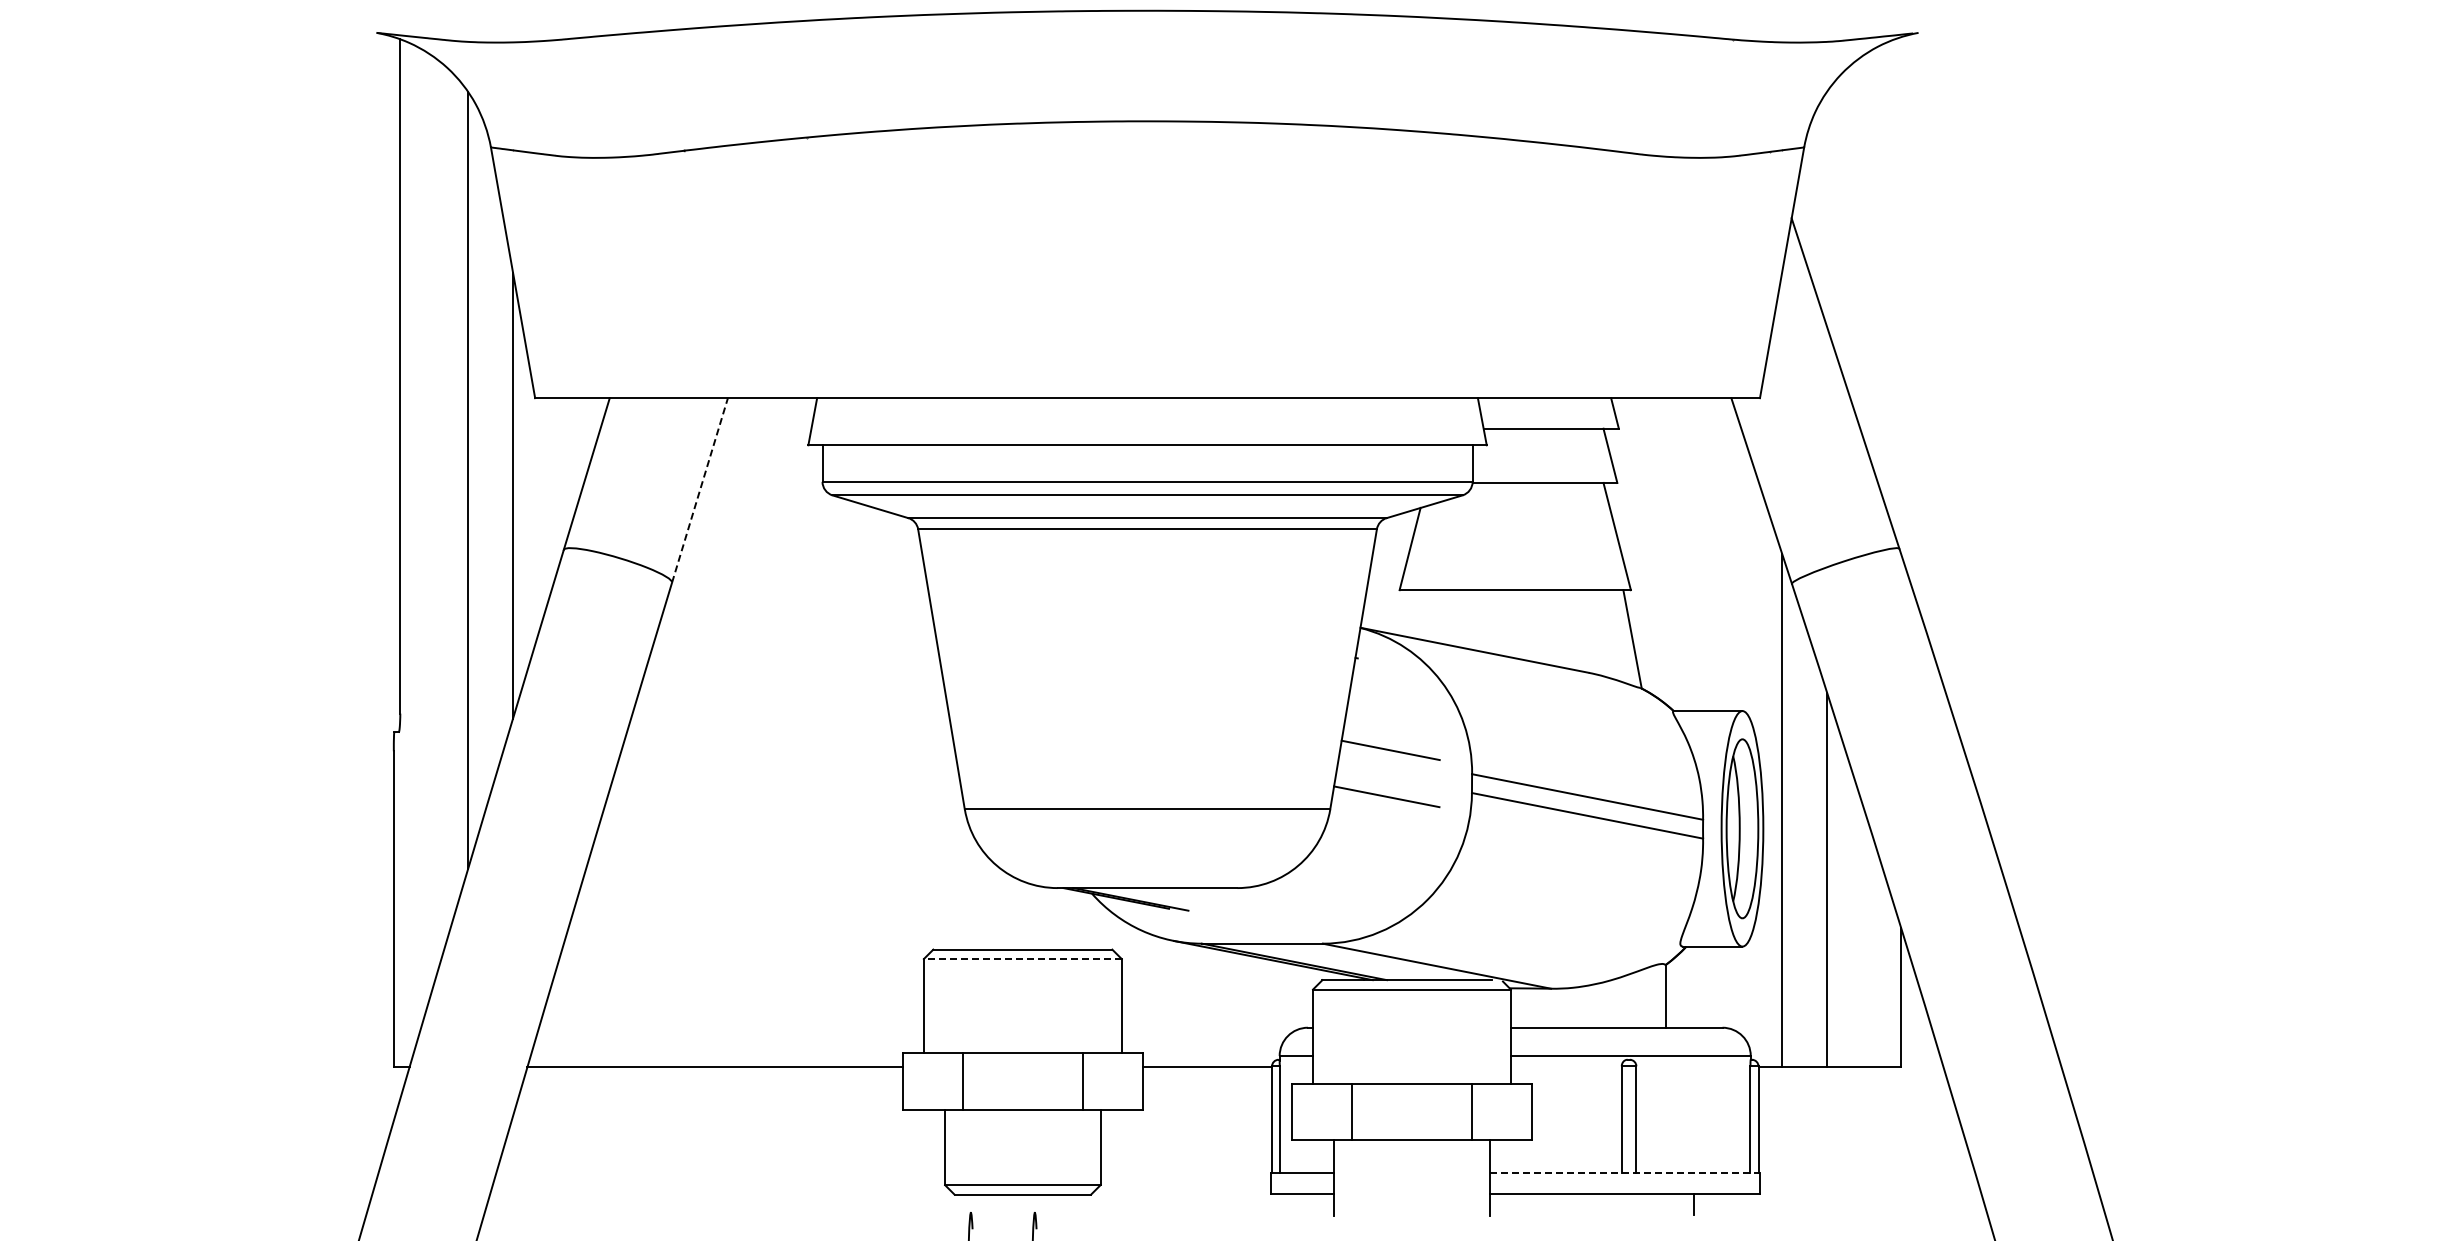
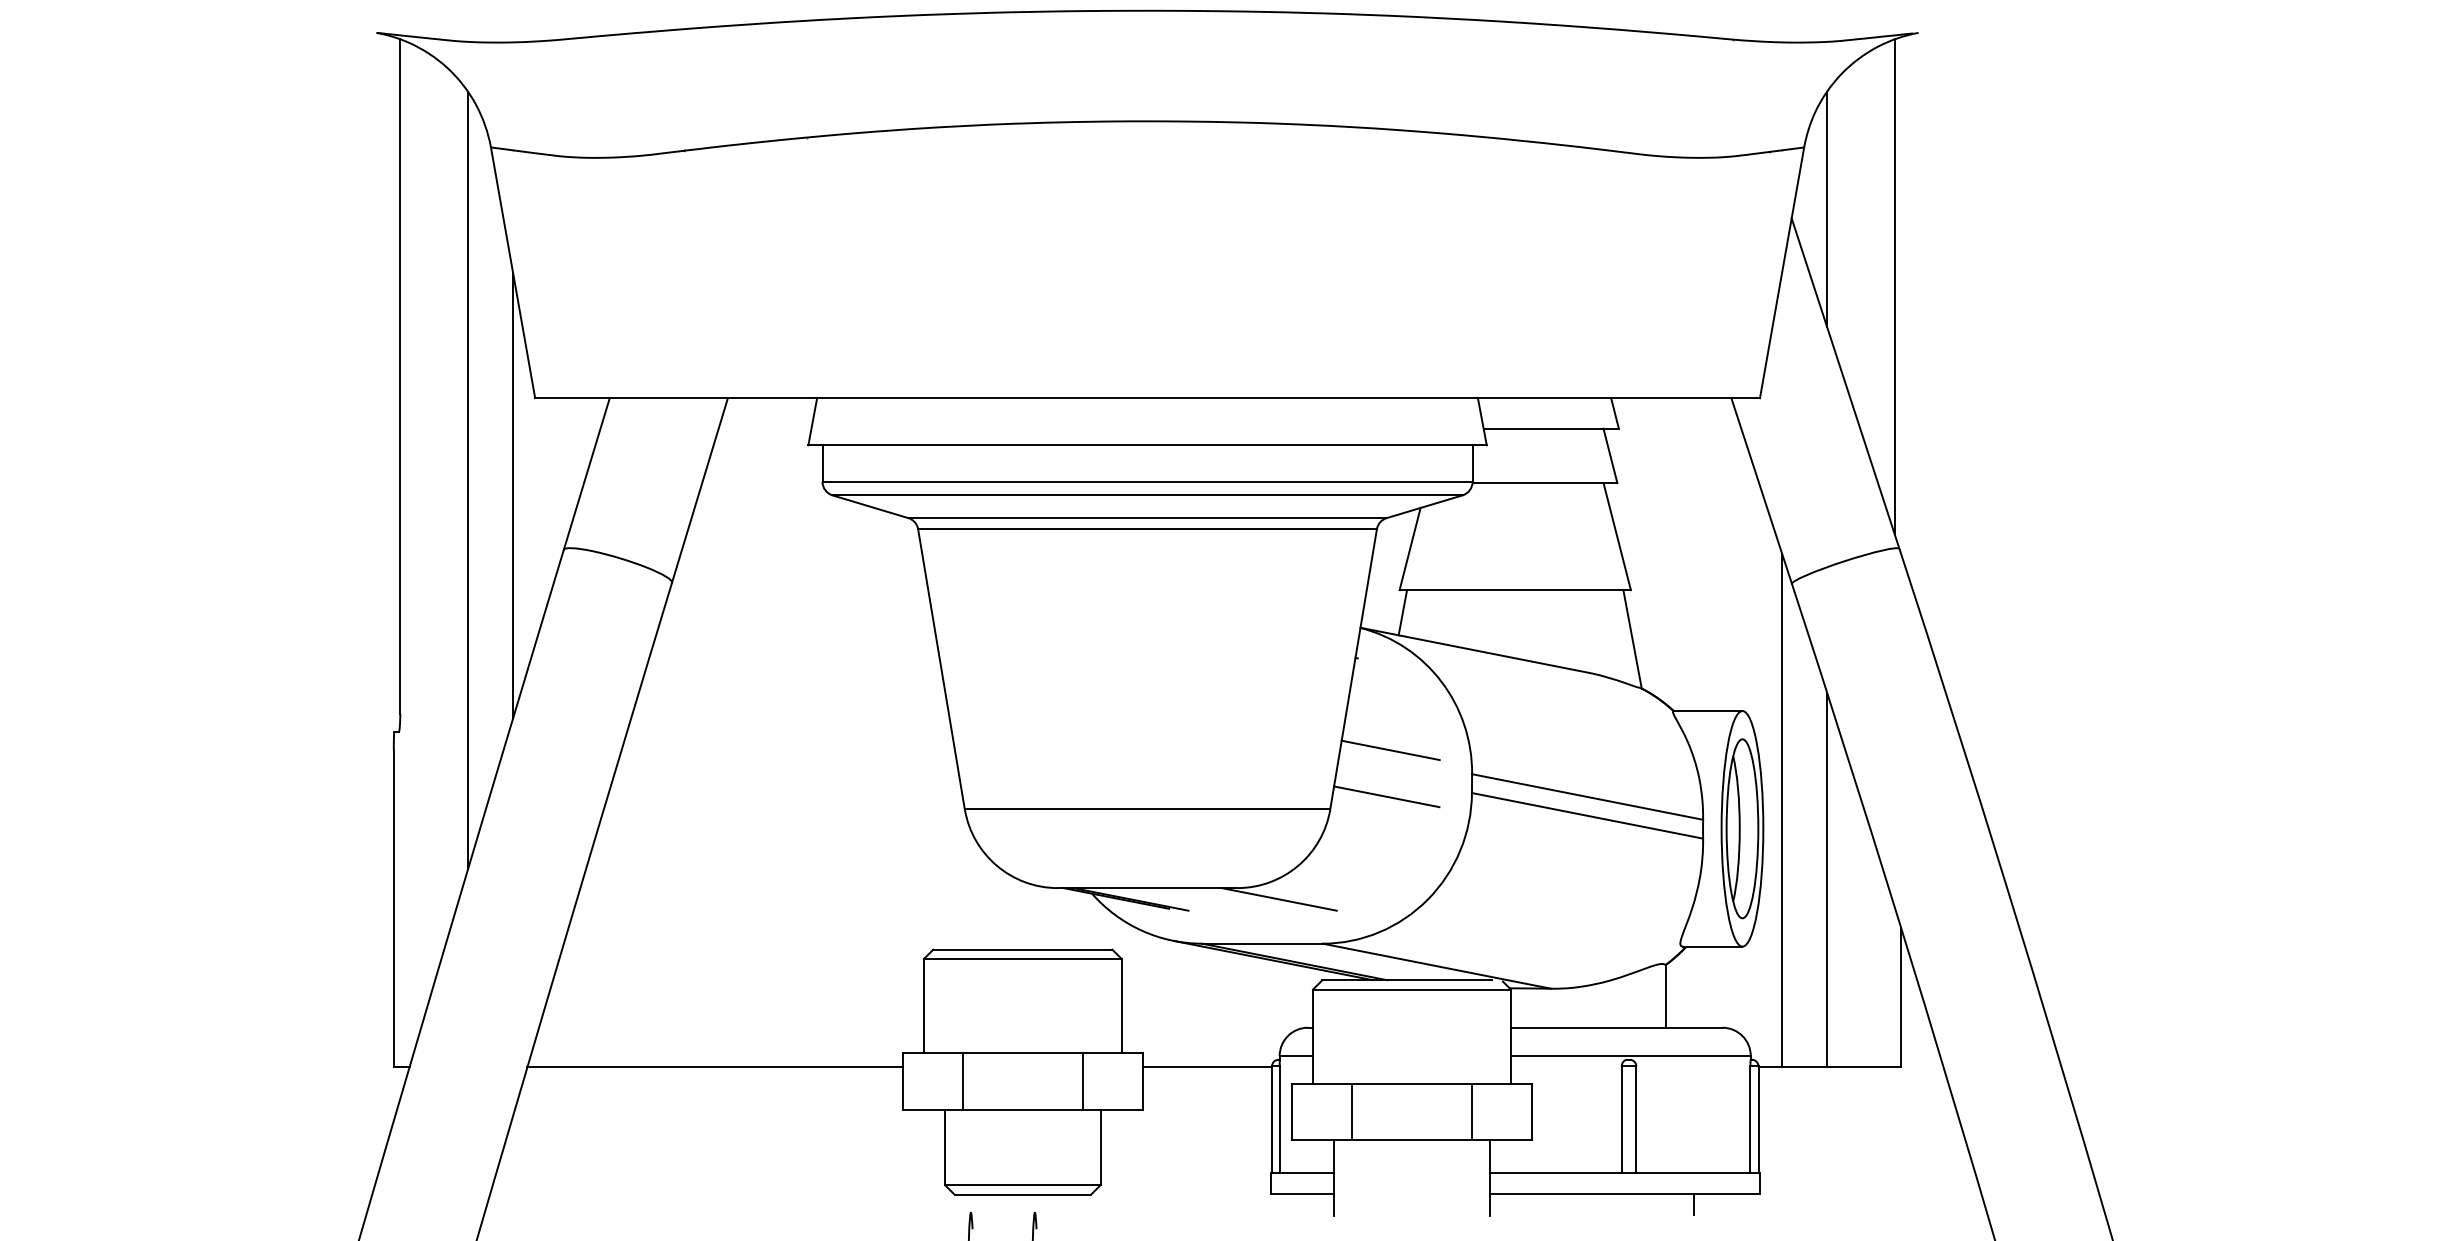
line at (1827, 208): none -> present
line at (1894, 286): none -> present
line at (700, 489): dashed -> solid
line at (1402, 612): none -> present
line at (1278, 899): none -> present
line at (1022, 959): dashed -> solid
line at (1624, 1172): dashed -> solid
